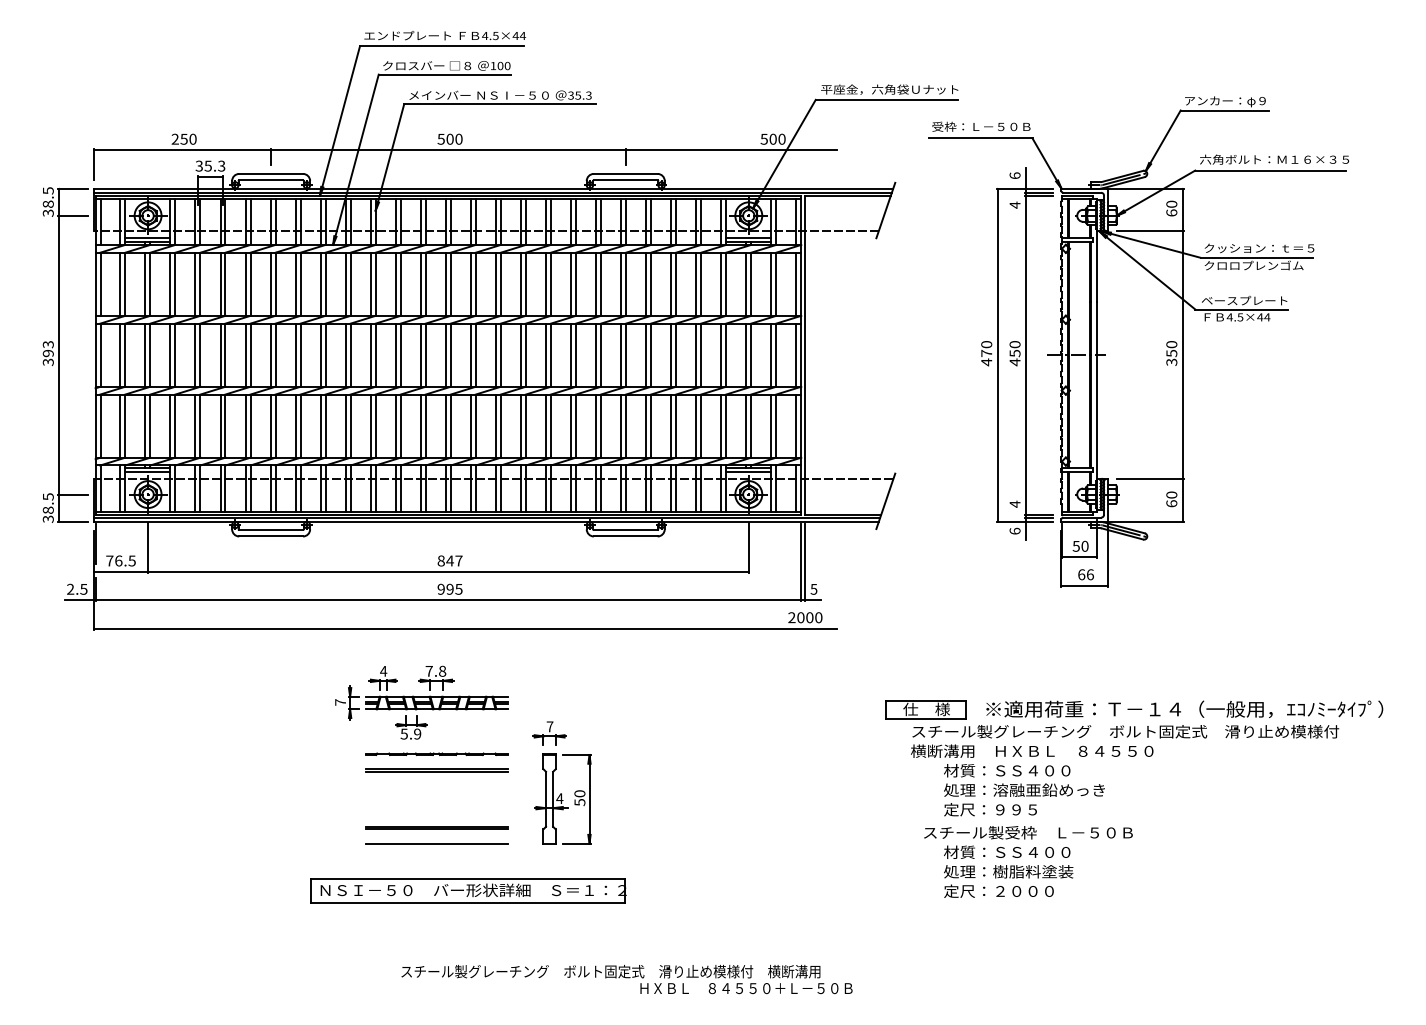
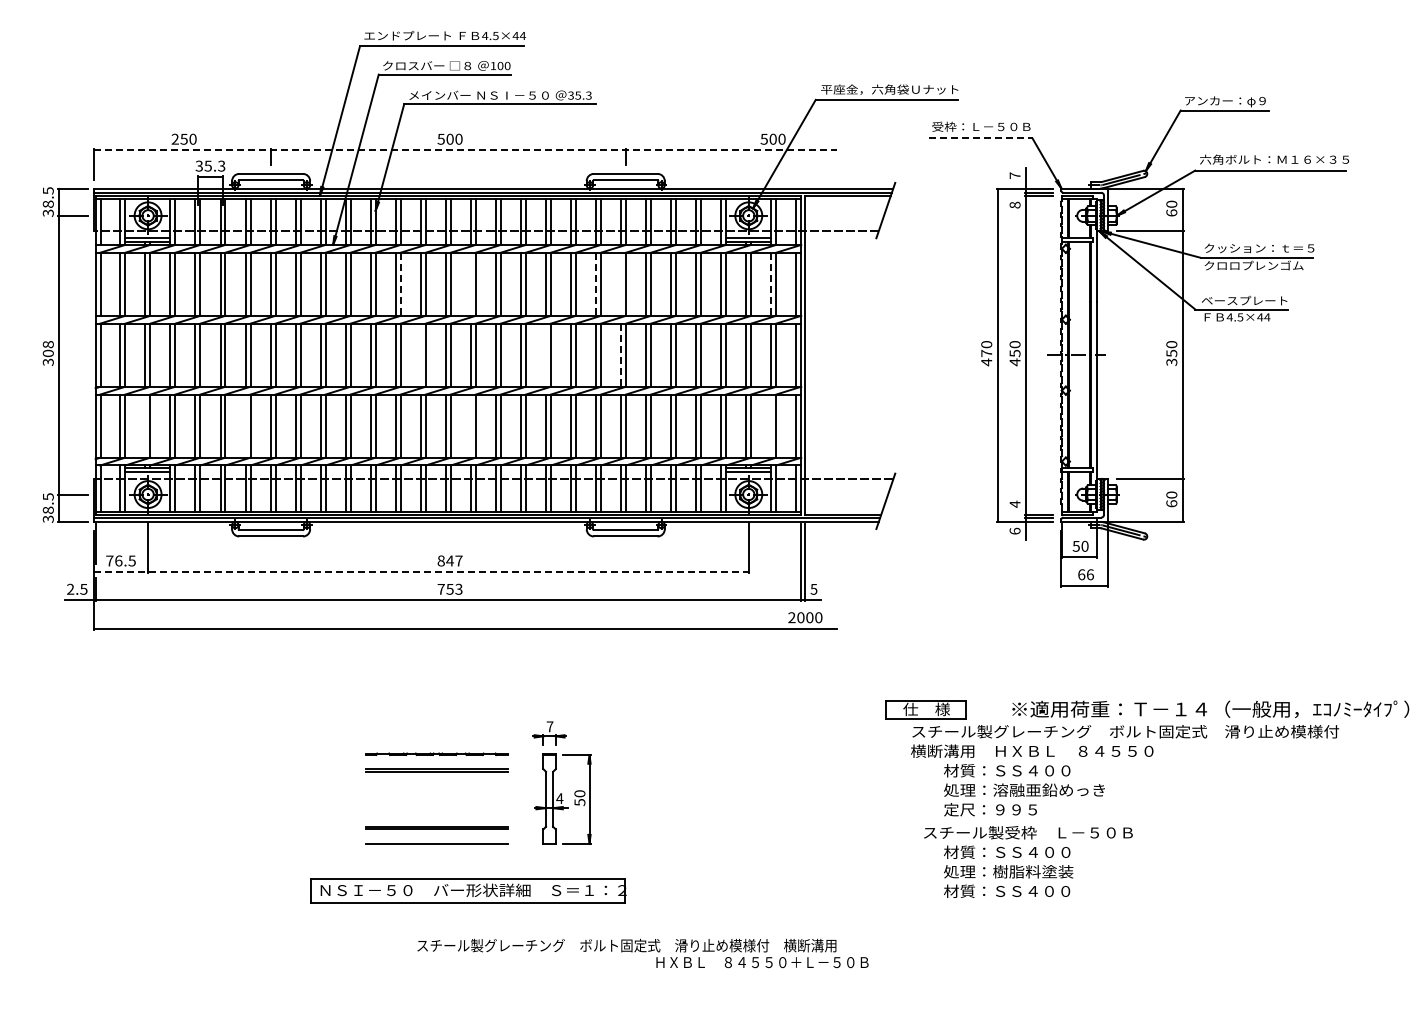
line at (980, 138): solid -> dashed
line at (465, 150): solid -> dashed
text at (1014, 175): 6 -> 7
text at (1014, 204): 4 -> 8
line at (470, 283): present -> none
line at (621, 283): present -> none
line at (400, 284): solid -> dashed
line at (596, 284): solid -> dashed
line at (771, 284): solid -> dashed
text at (47, 349): 393 -> 308
line at (420, 354): present -> none
line at (545, 354): present -> none
line at (621, 355): solid -> dashed
line at (145, 425): present -> none
line at (245, 425): present -> none
line at (470, 425): present -> none
line at (771, 425): present -> none
line at (421, 571): solid -> dashed
text at (449, 588): 995 -> 753
part at (421, 702): present -> none
text at (1184, 708) position: (1184, 708) -> (1210, 708)
text at (1007, 890): 定尺：２０００ -> 材質：ＳＳ４００
text at (626, 979) position: (626, 979) -> (642, 953)
